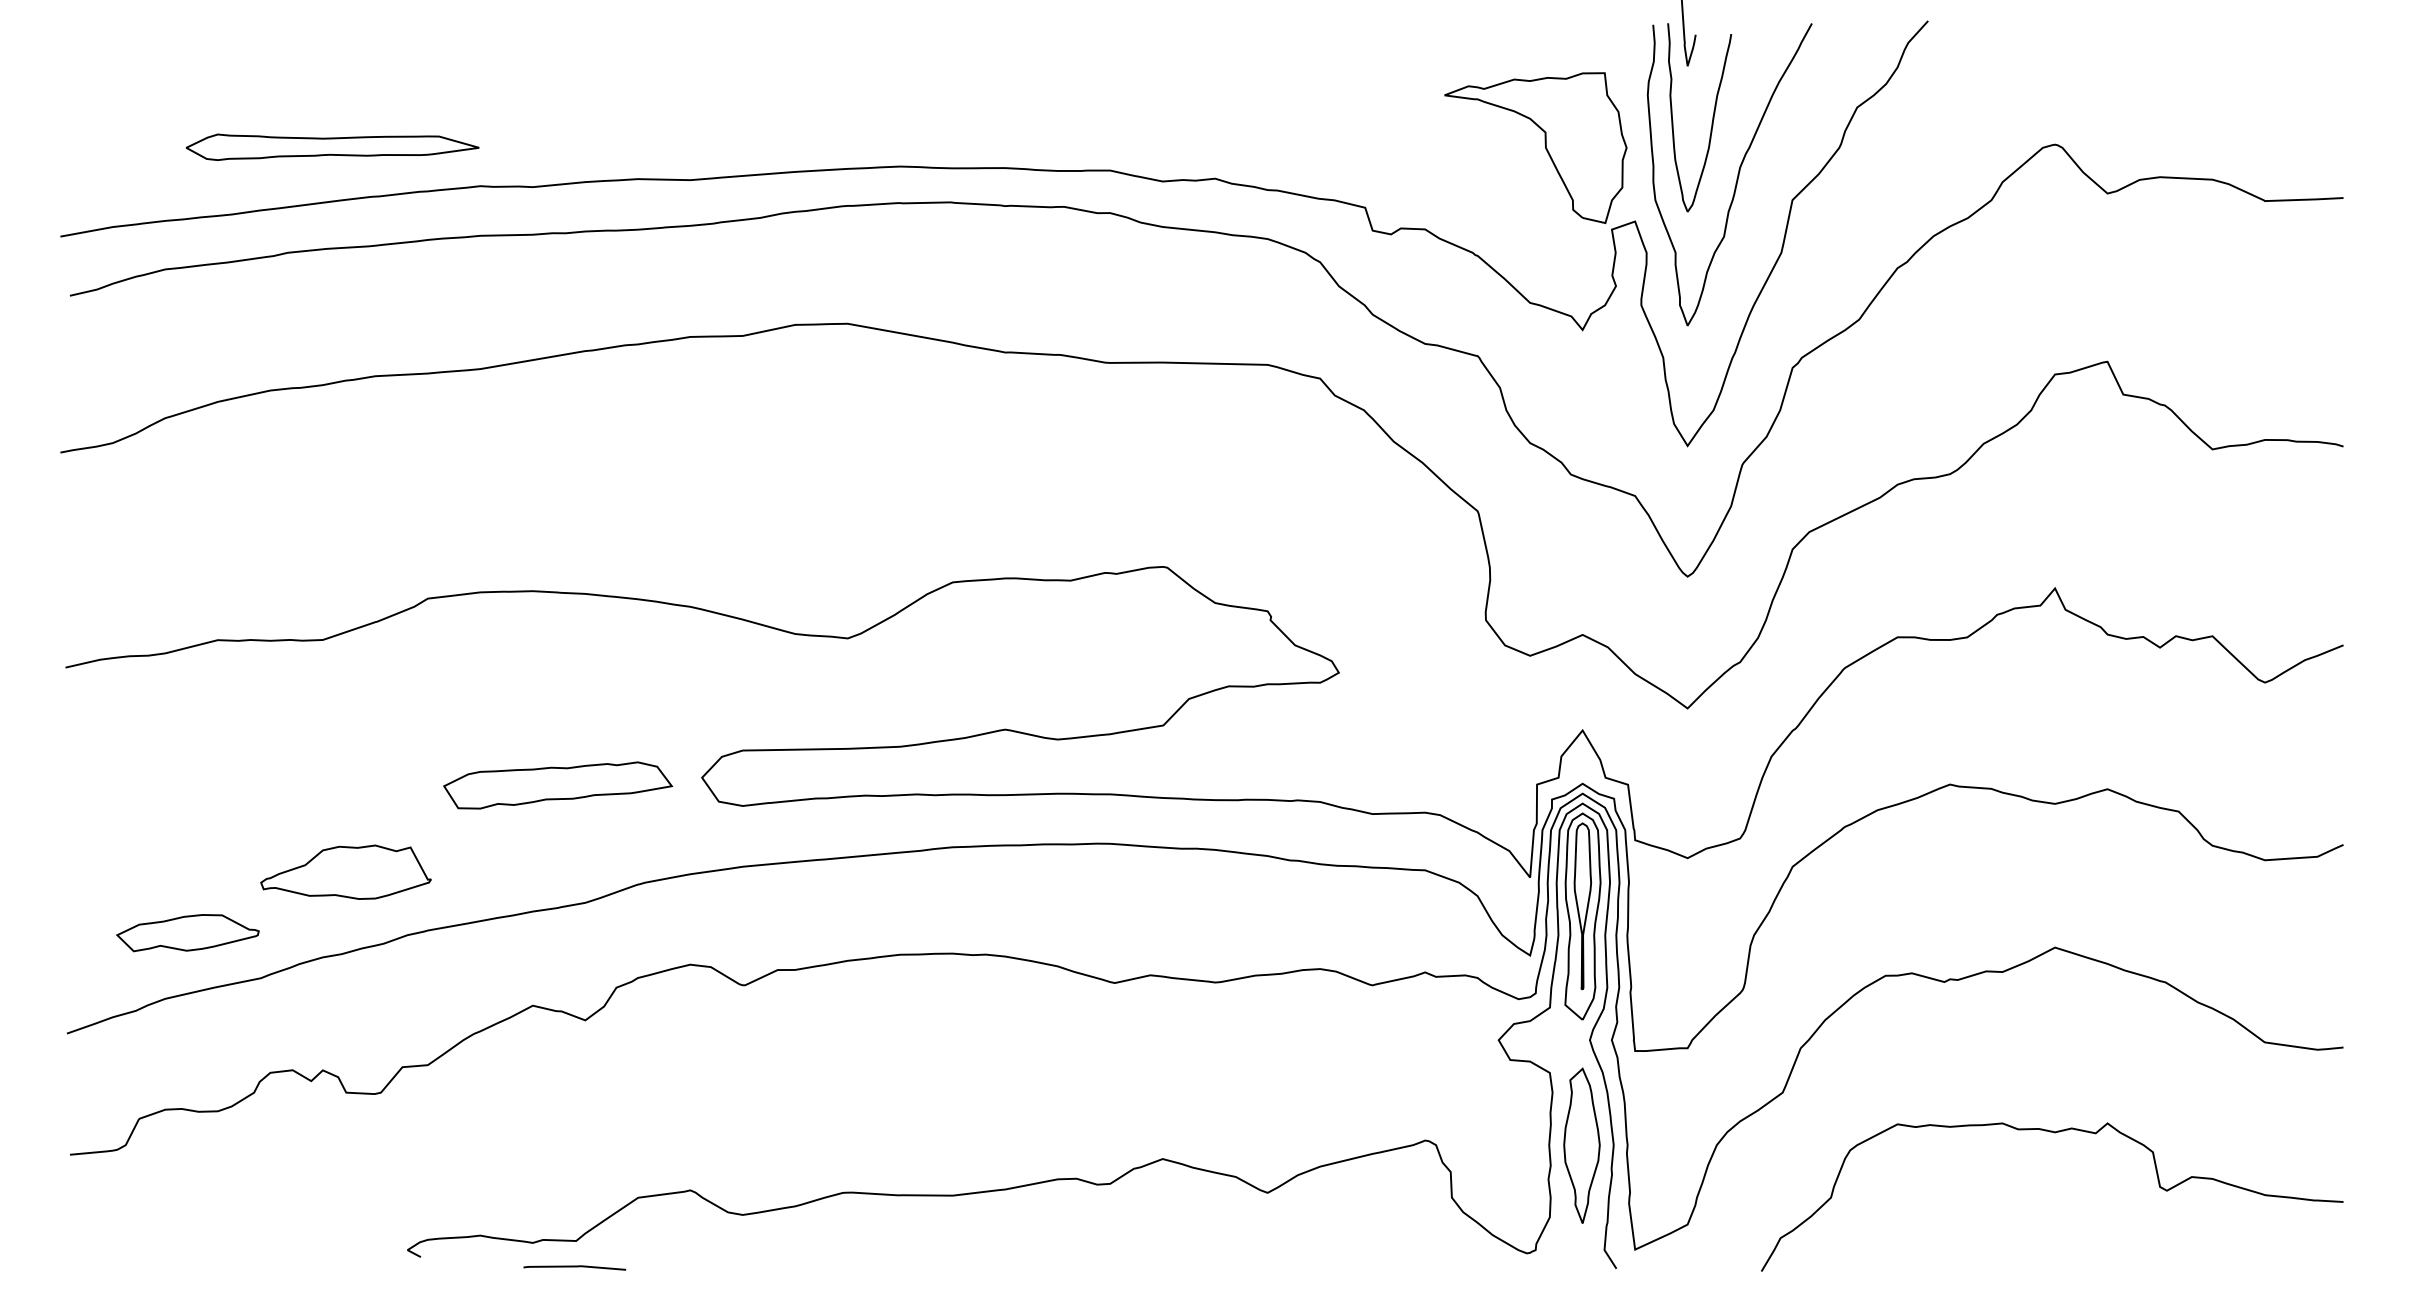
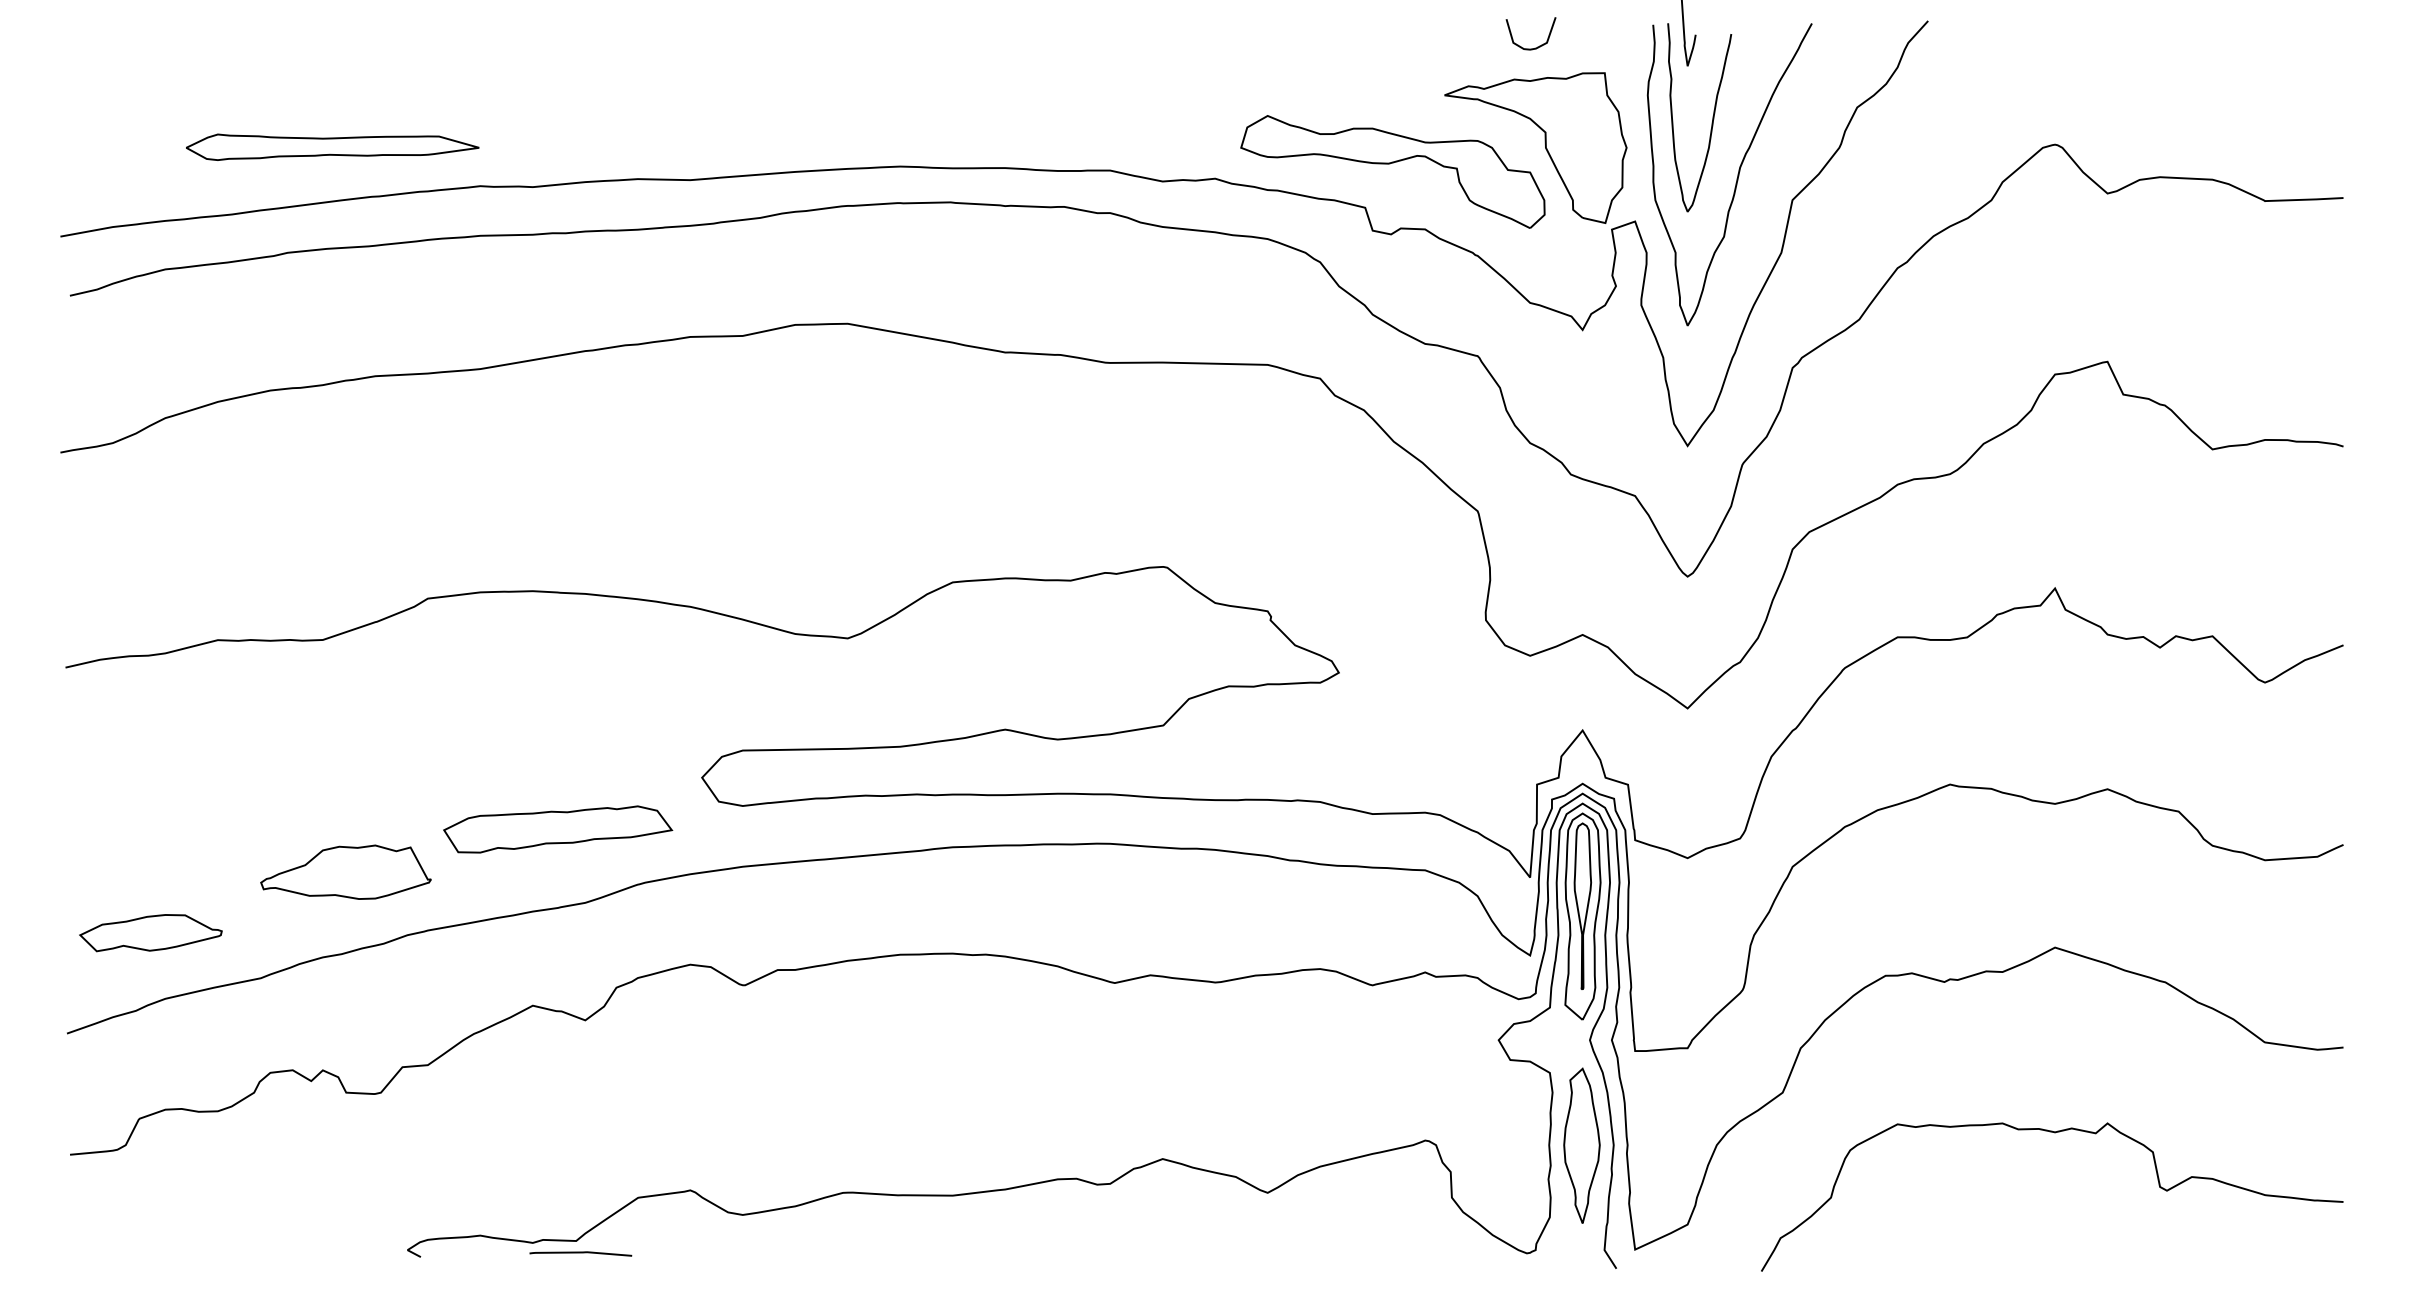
curve at (1537, 46): none -> present
part at (1390, 164): none -> present
part at (558, 785) position: (558, 785) -> (558, 829)
part at (187, 933) position: (187, 933) -> (150, 933)
curve at (574, 1267) position: (574, 1267) -> (580, 1253)
